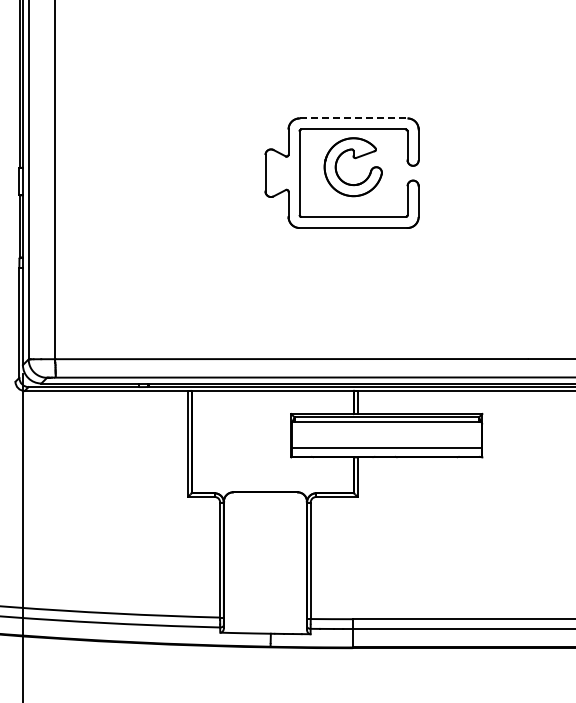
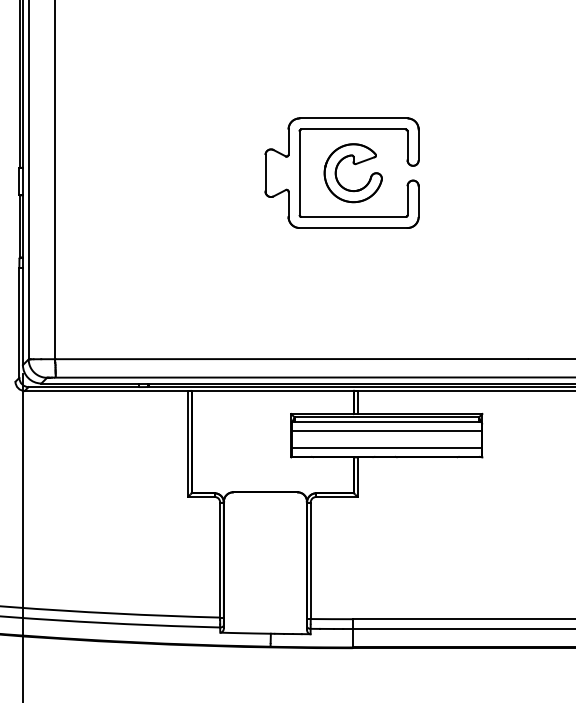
line at (353, 118): dashed -> solid
part at (355, 159) position: (355, 159) -> (355, 165)
line at (386, 431): none -> present
